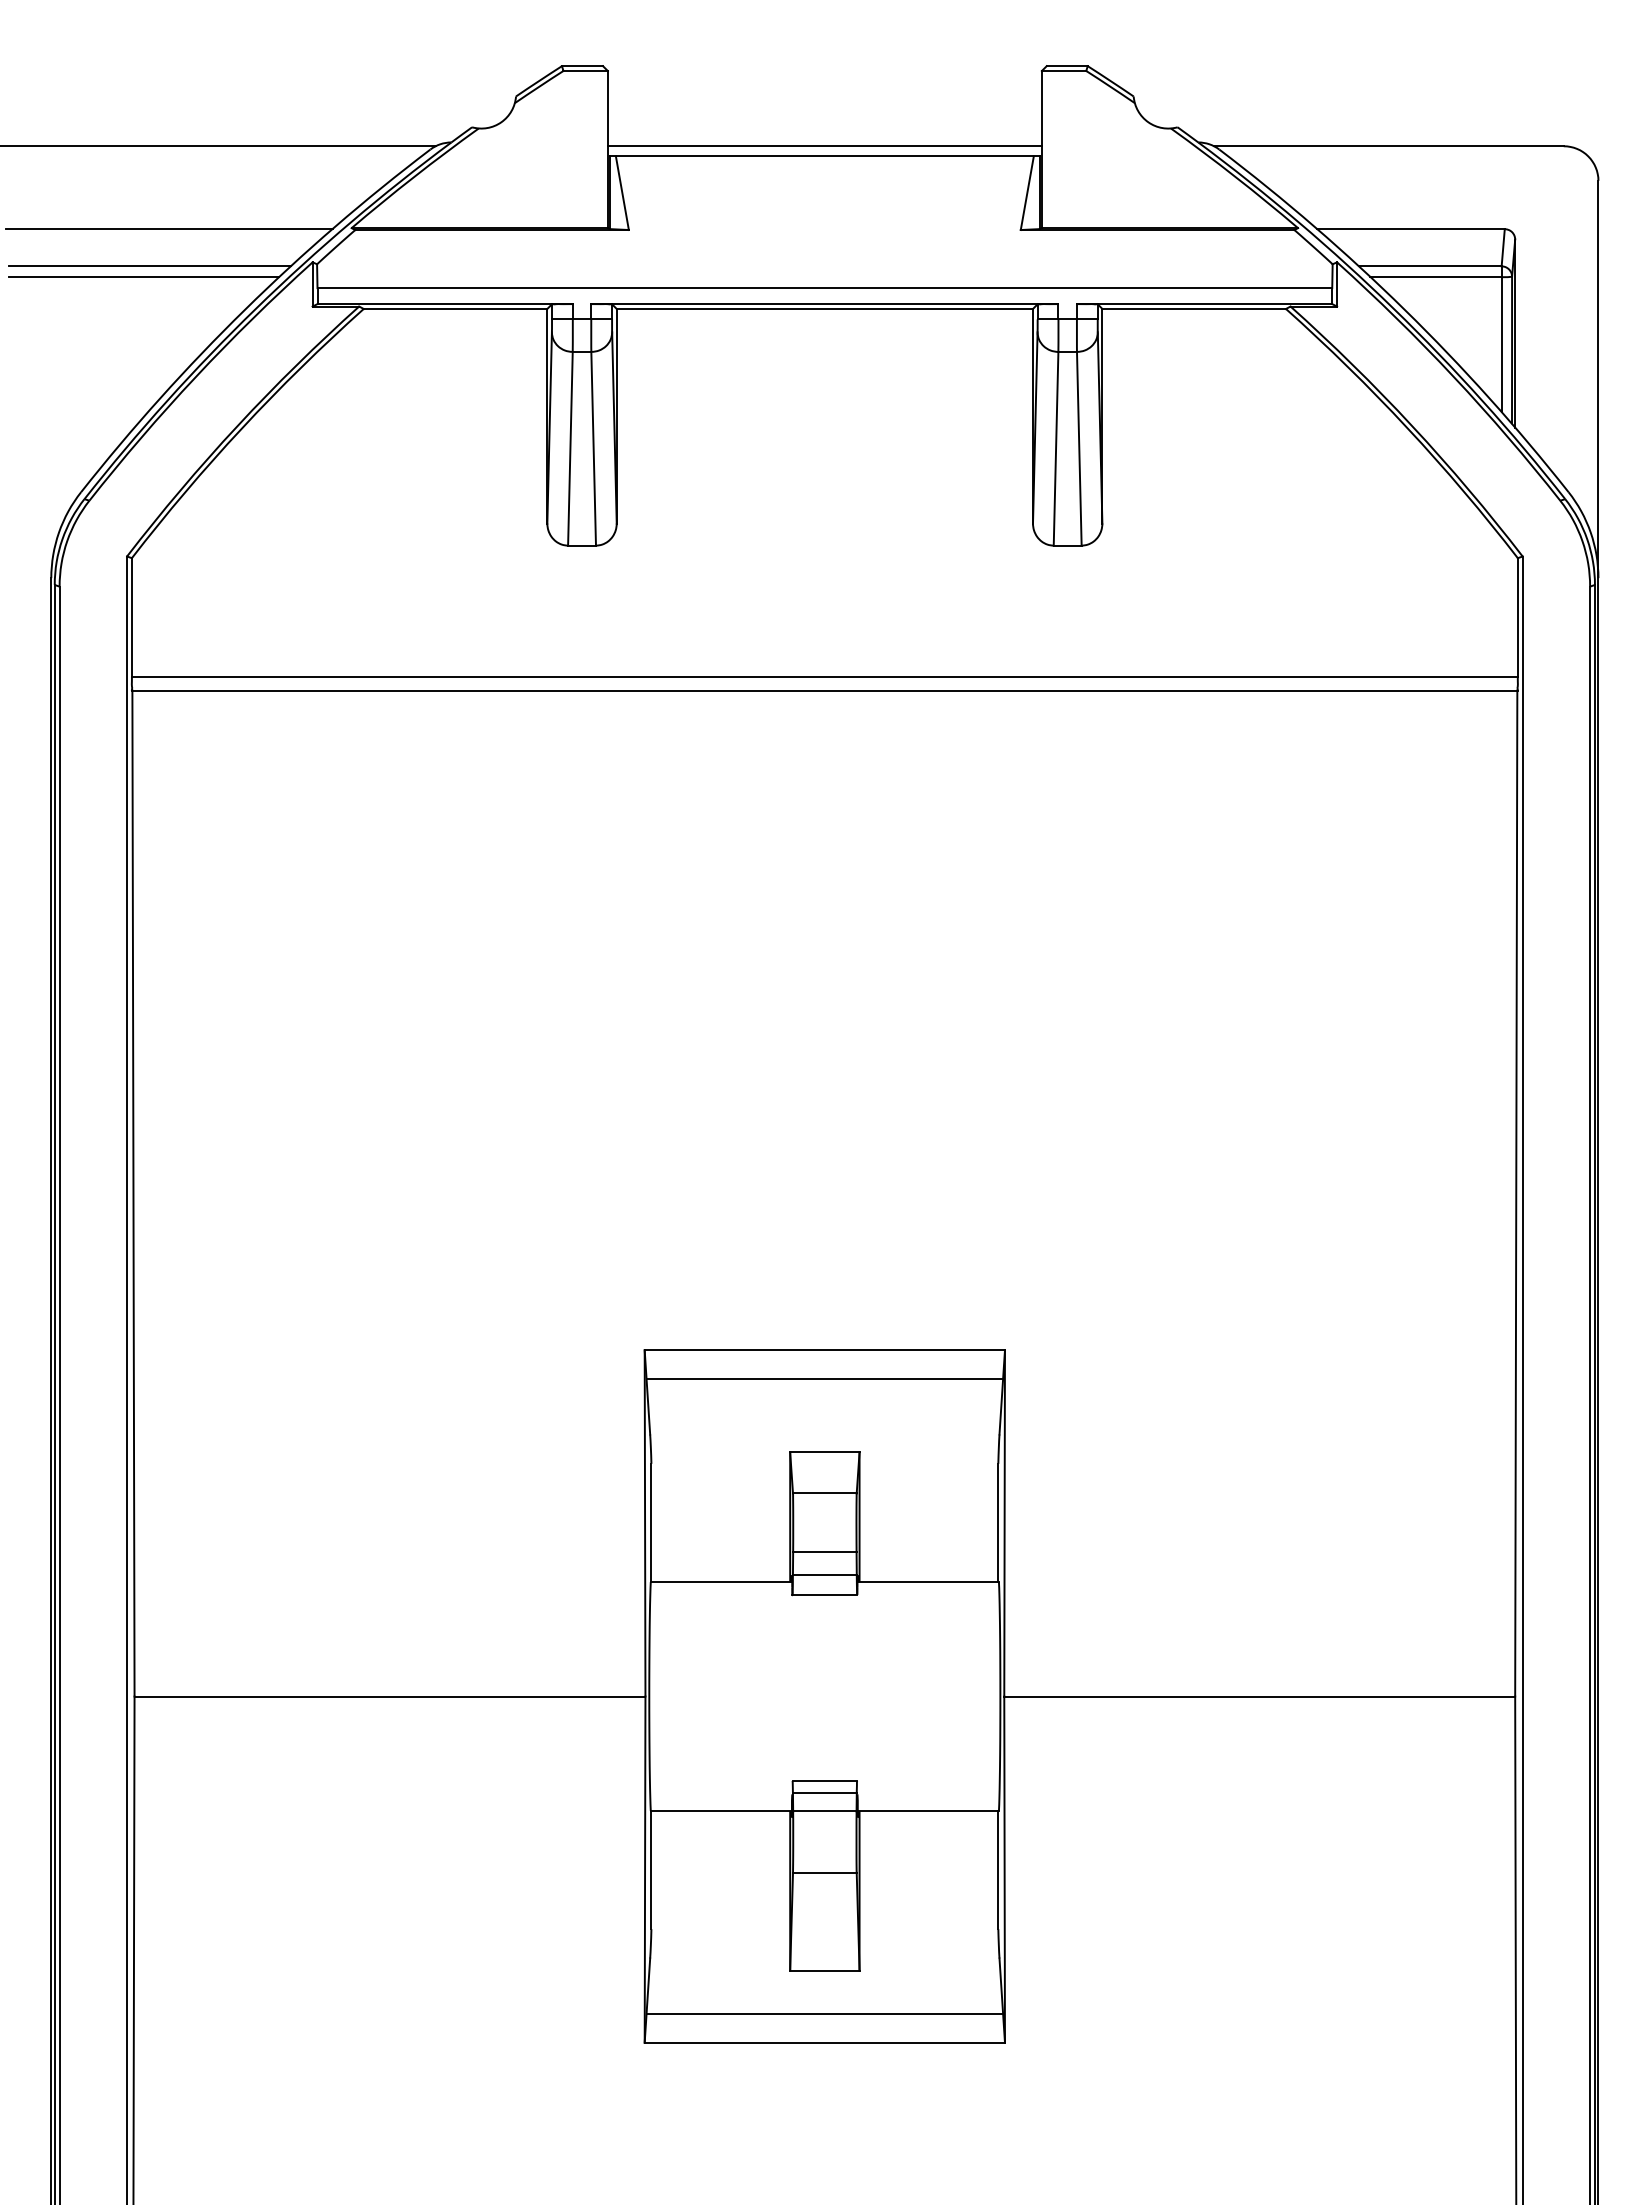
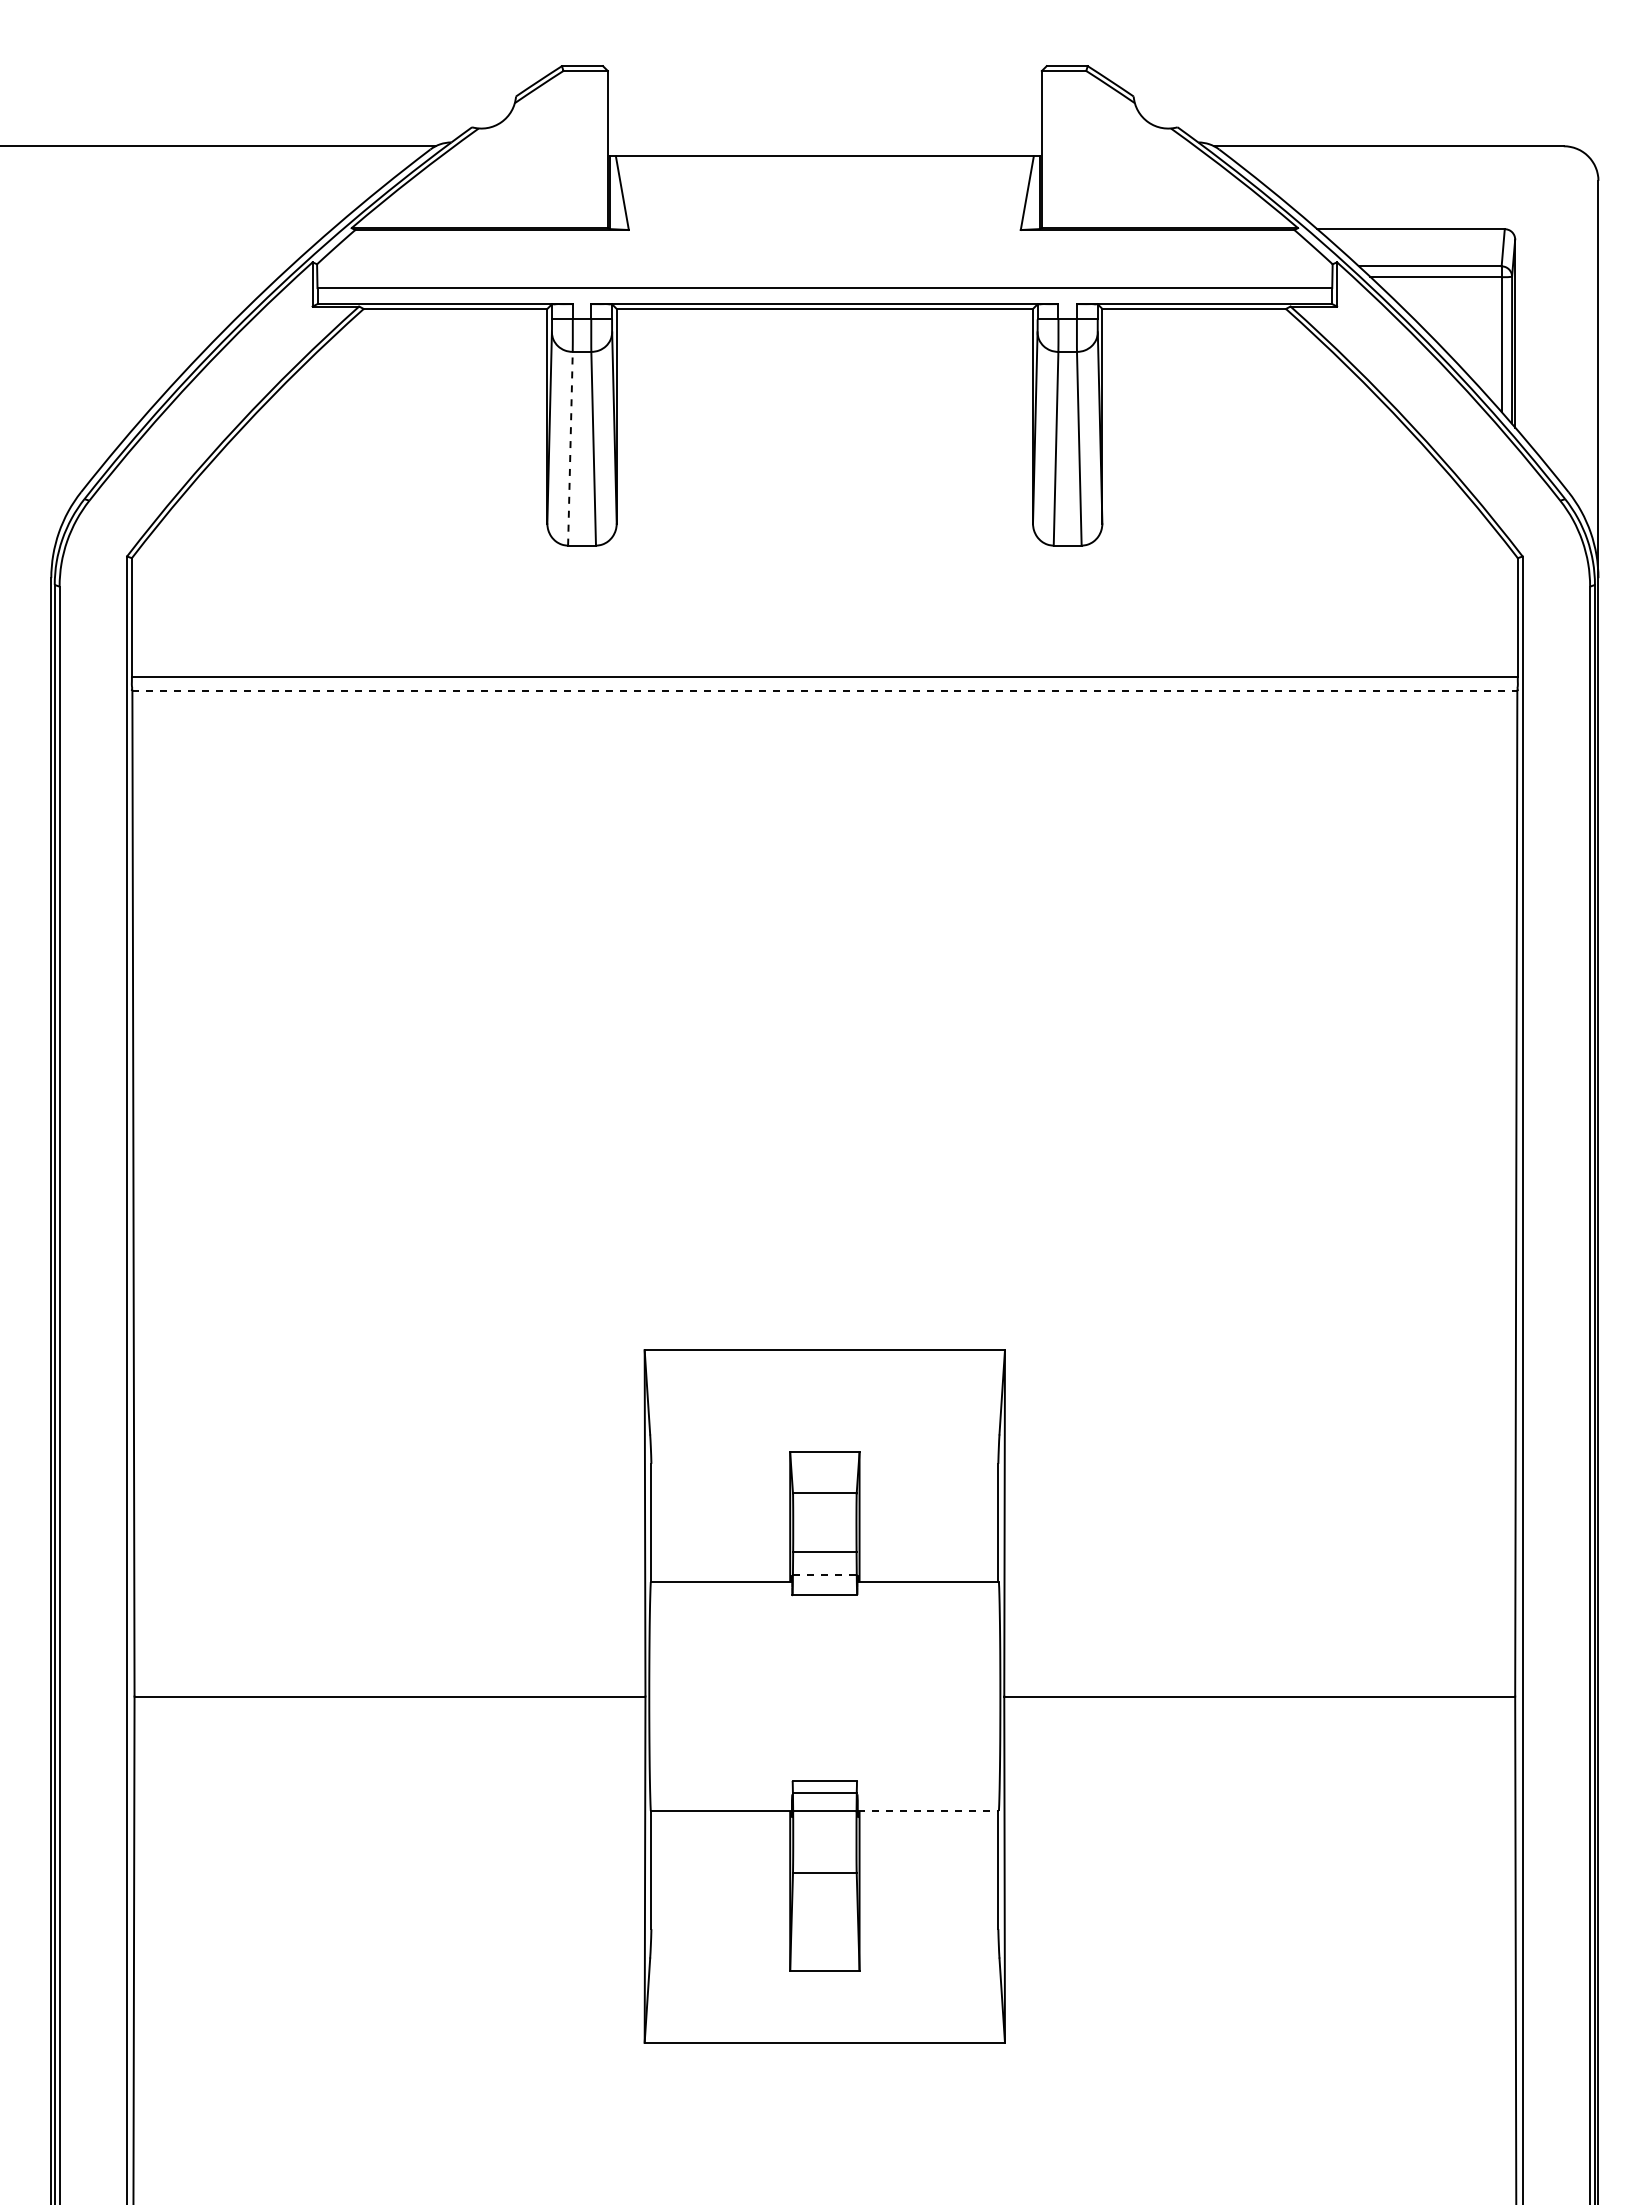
line at (824, 146): present -> none
line at (169, 229): present -> none
line at (149, 266): present -> none
line at (144, 277): present -> none
line at (570, 448): solid -> dashed
line at (824, 690): solid -> dashed
line at (824, 1379): present -> none
line at (824, 1574): solid -> dashed
line at (928, 1811): solid -> dashed
line at (824, 2013): present -> none
